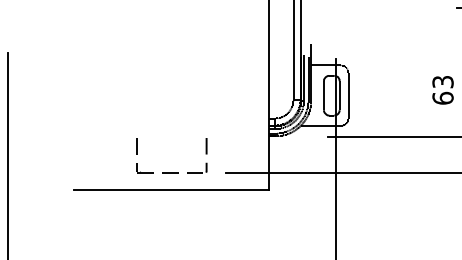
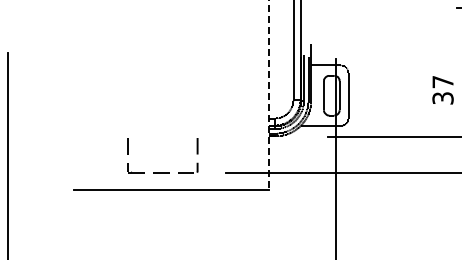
text at (442, 90): 63 -> 37
line at (269, 95): solid -> dashed
part at (171, 172) position: (171, 172) -> (162, 172)
